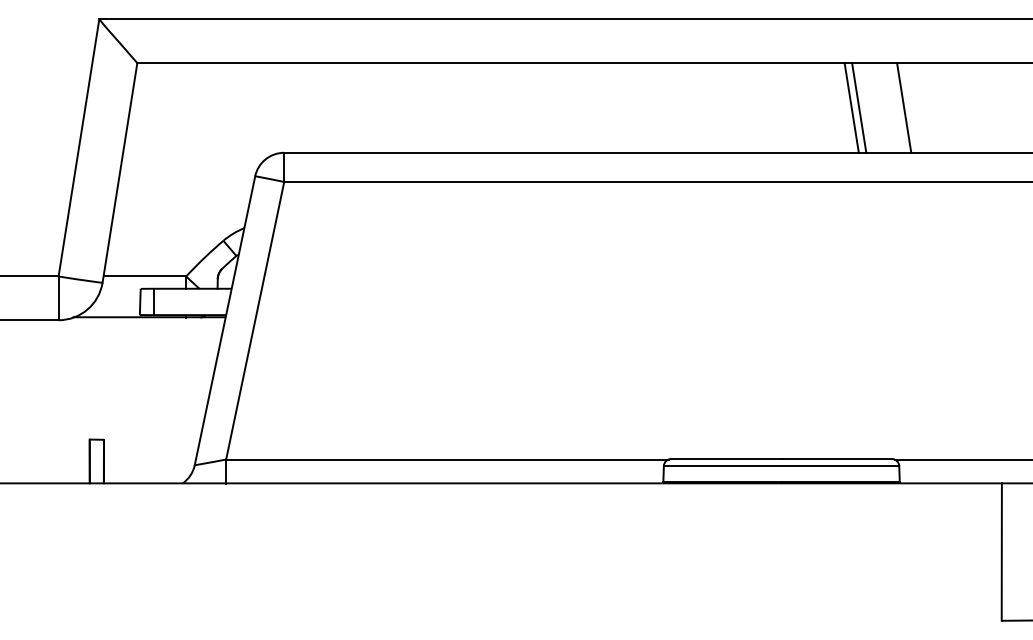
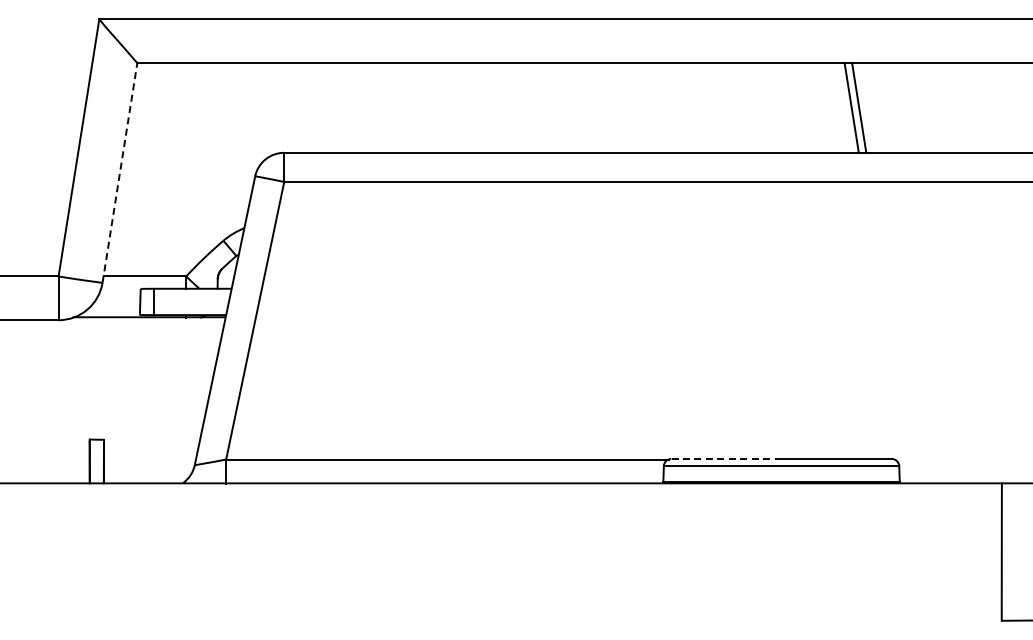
line at (904, 107): present -> none
line at (120, 172): solid -> dashed
line at (725, 459): solid -> dashed
line at (961, 459): present -> none
